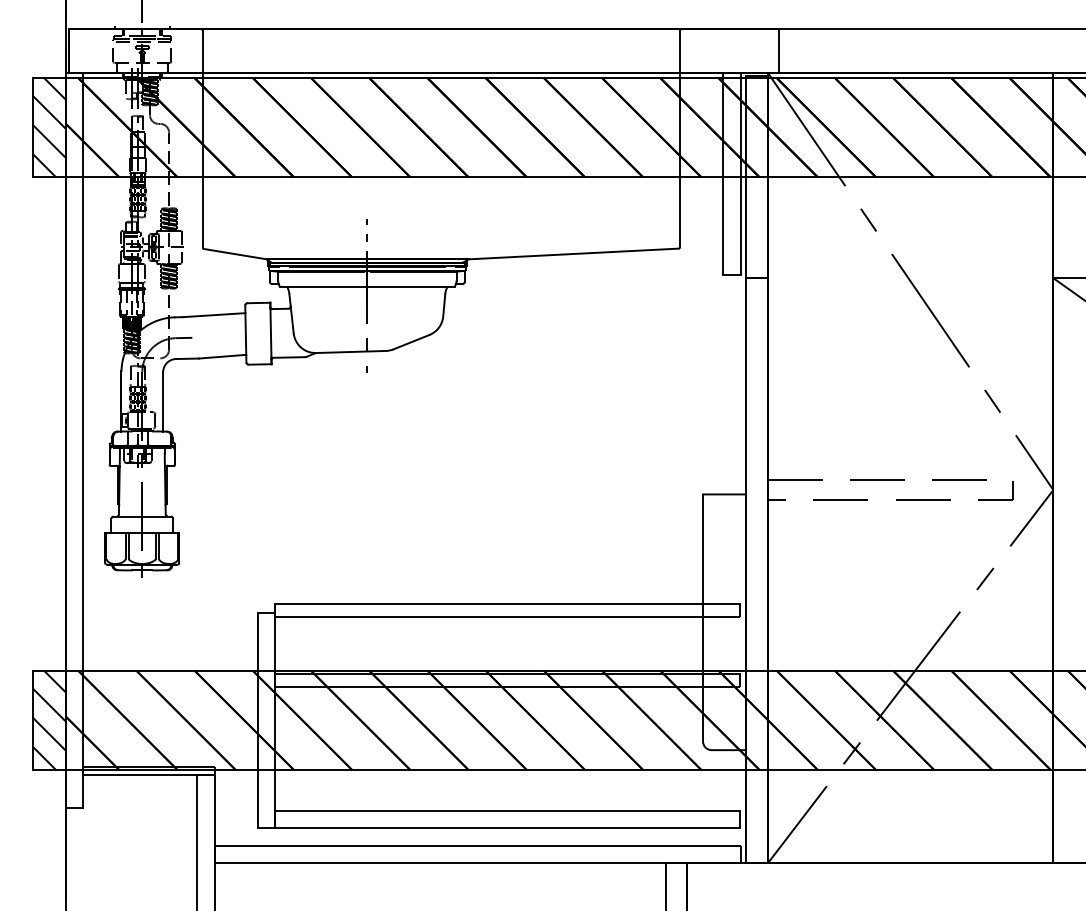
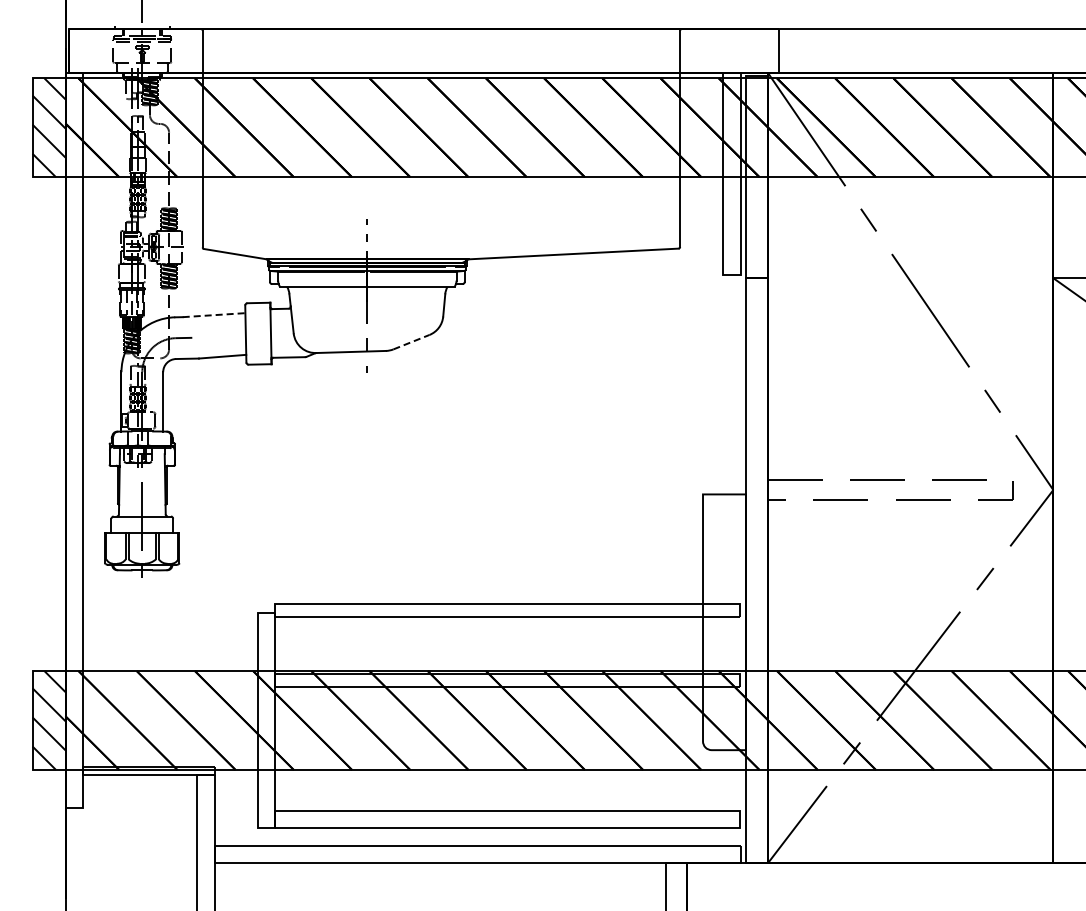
line at (214, 315): solid -> dashed
line at (411, 342): solid -> dashed
